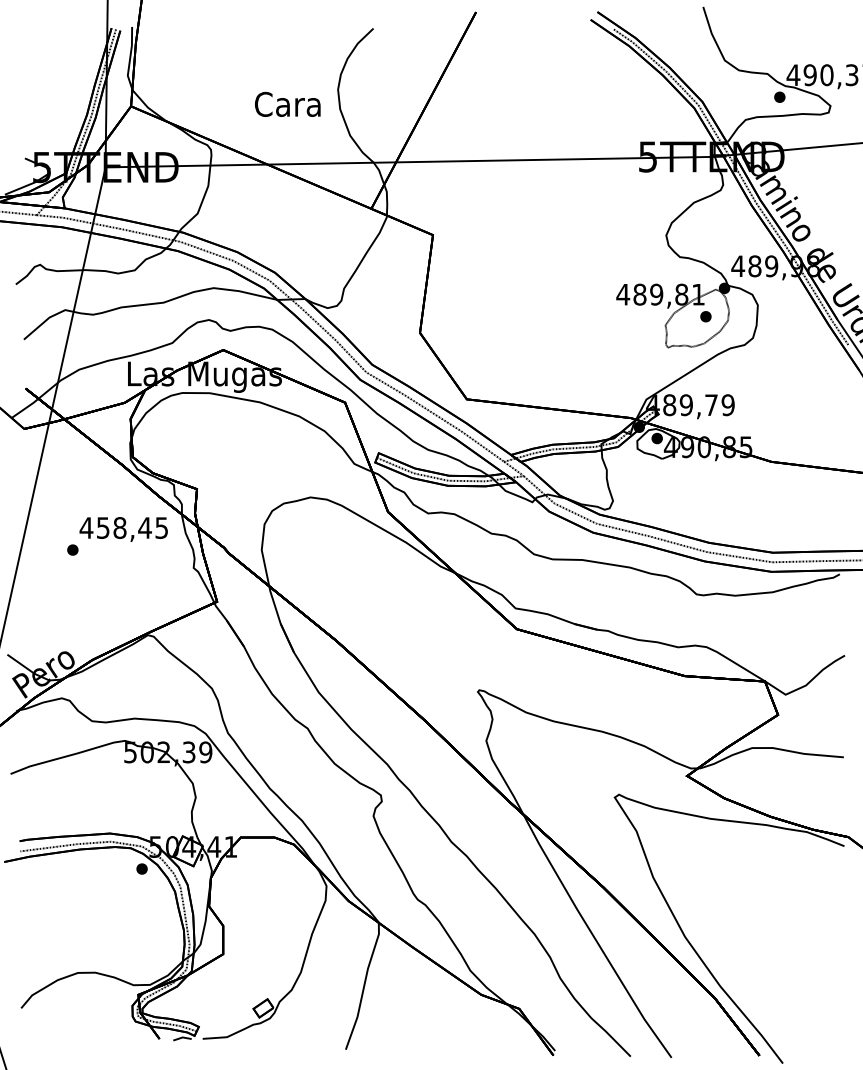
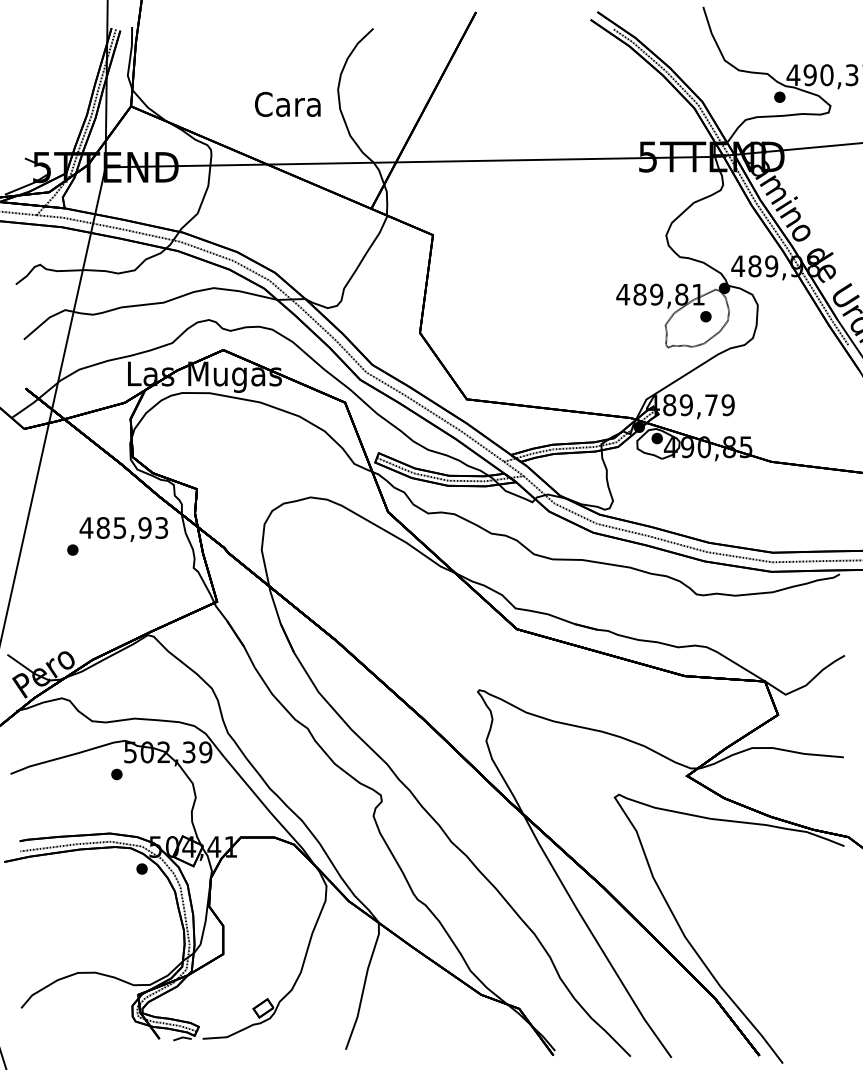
text at (132, 527): 458,45 -> 485,93
part at (116, 774): none -> present
